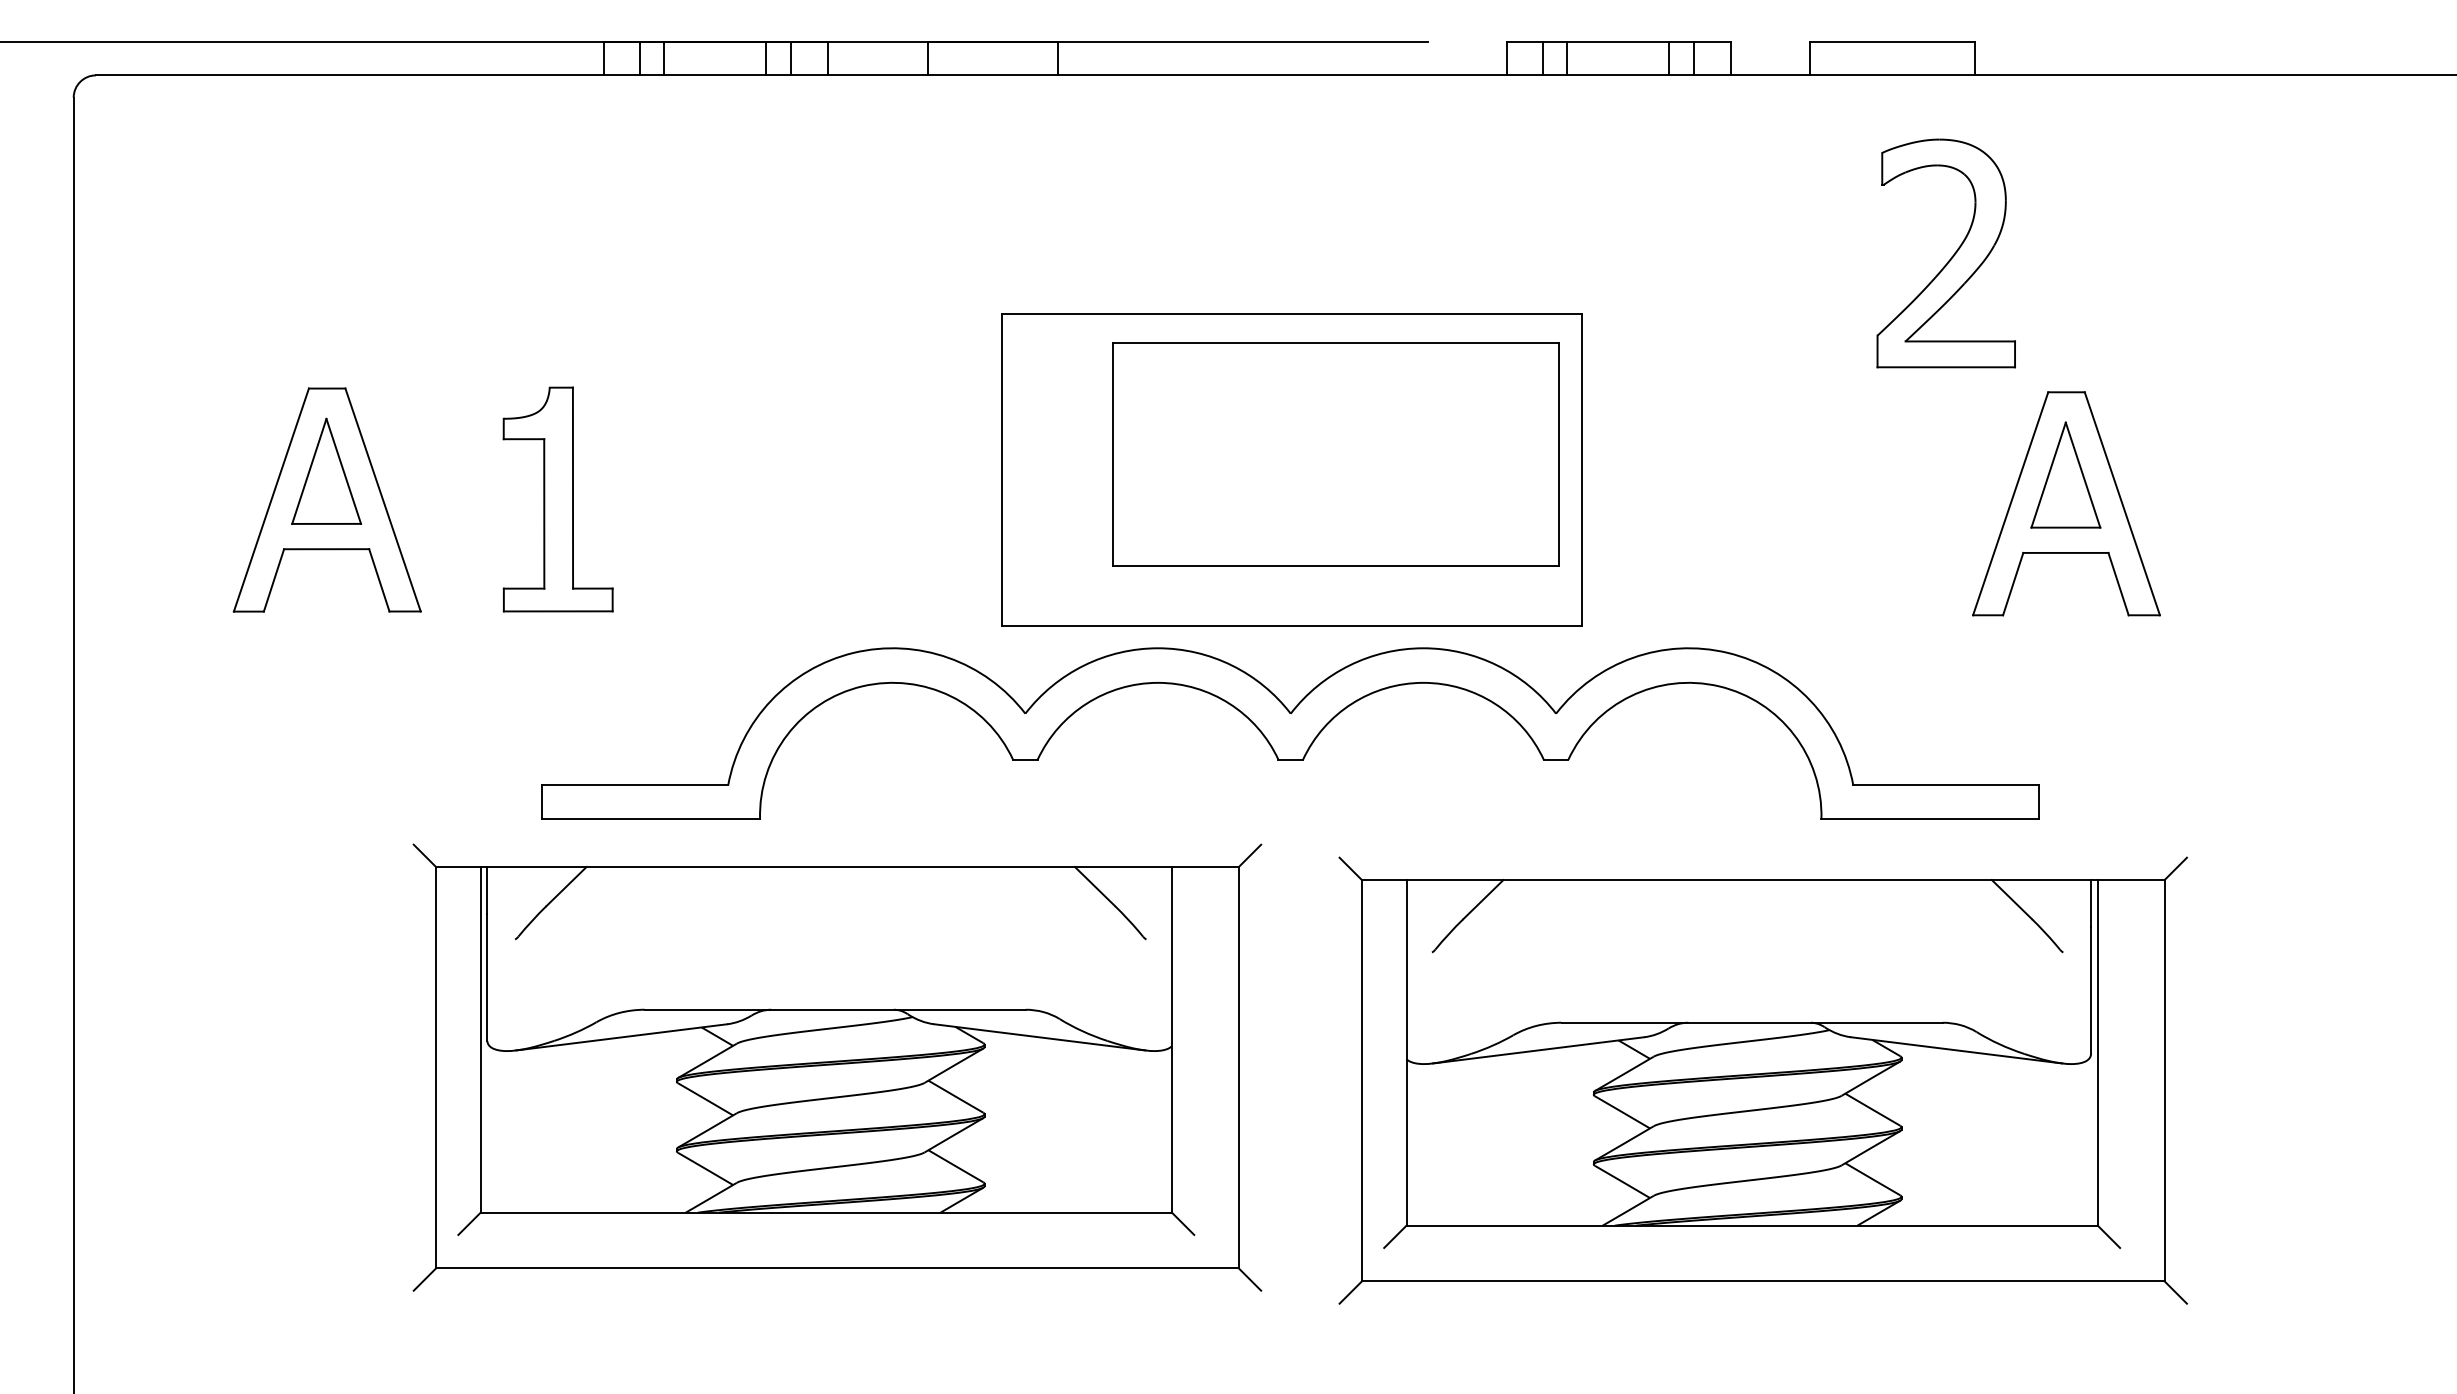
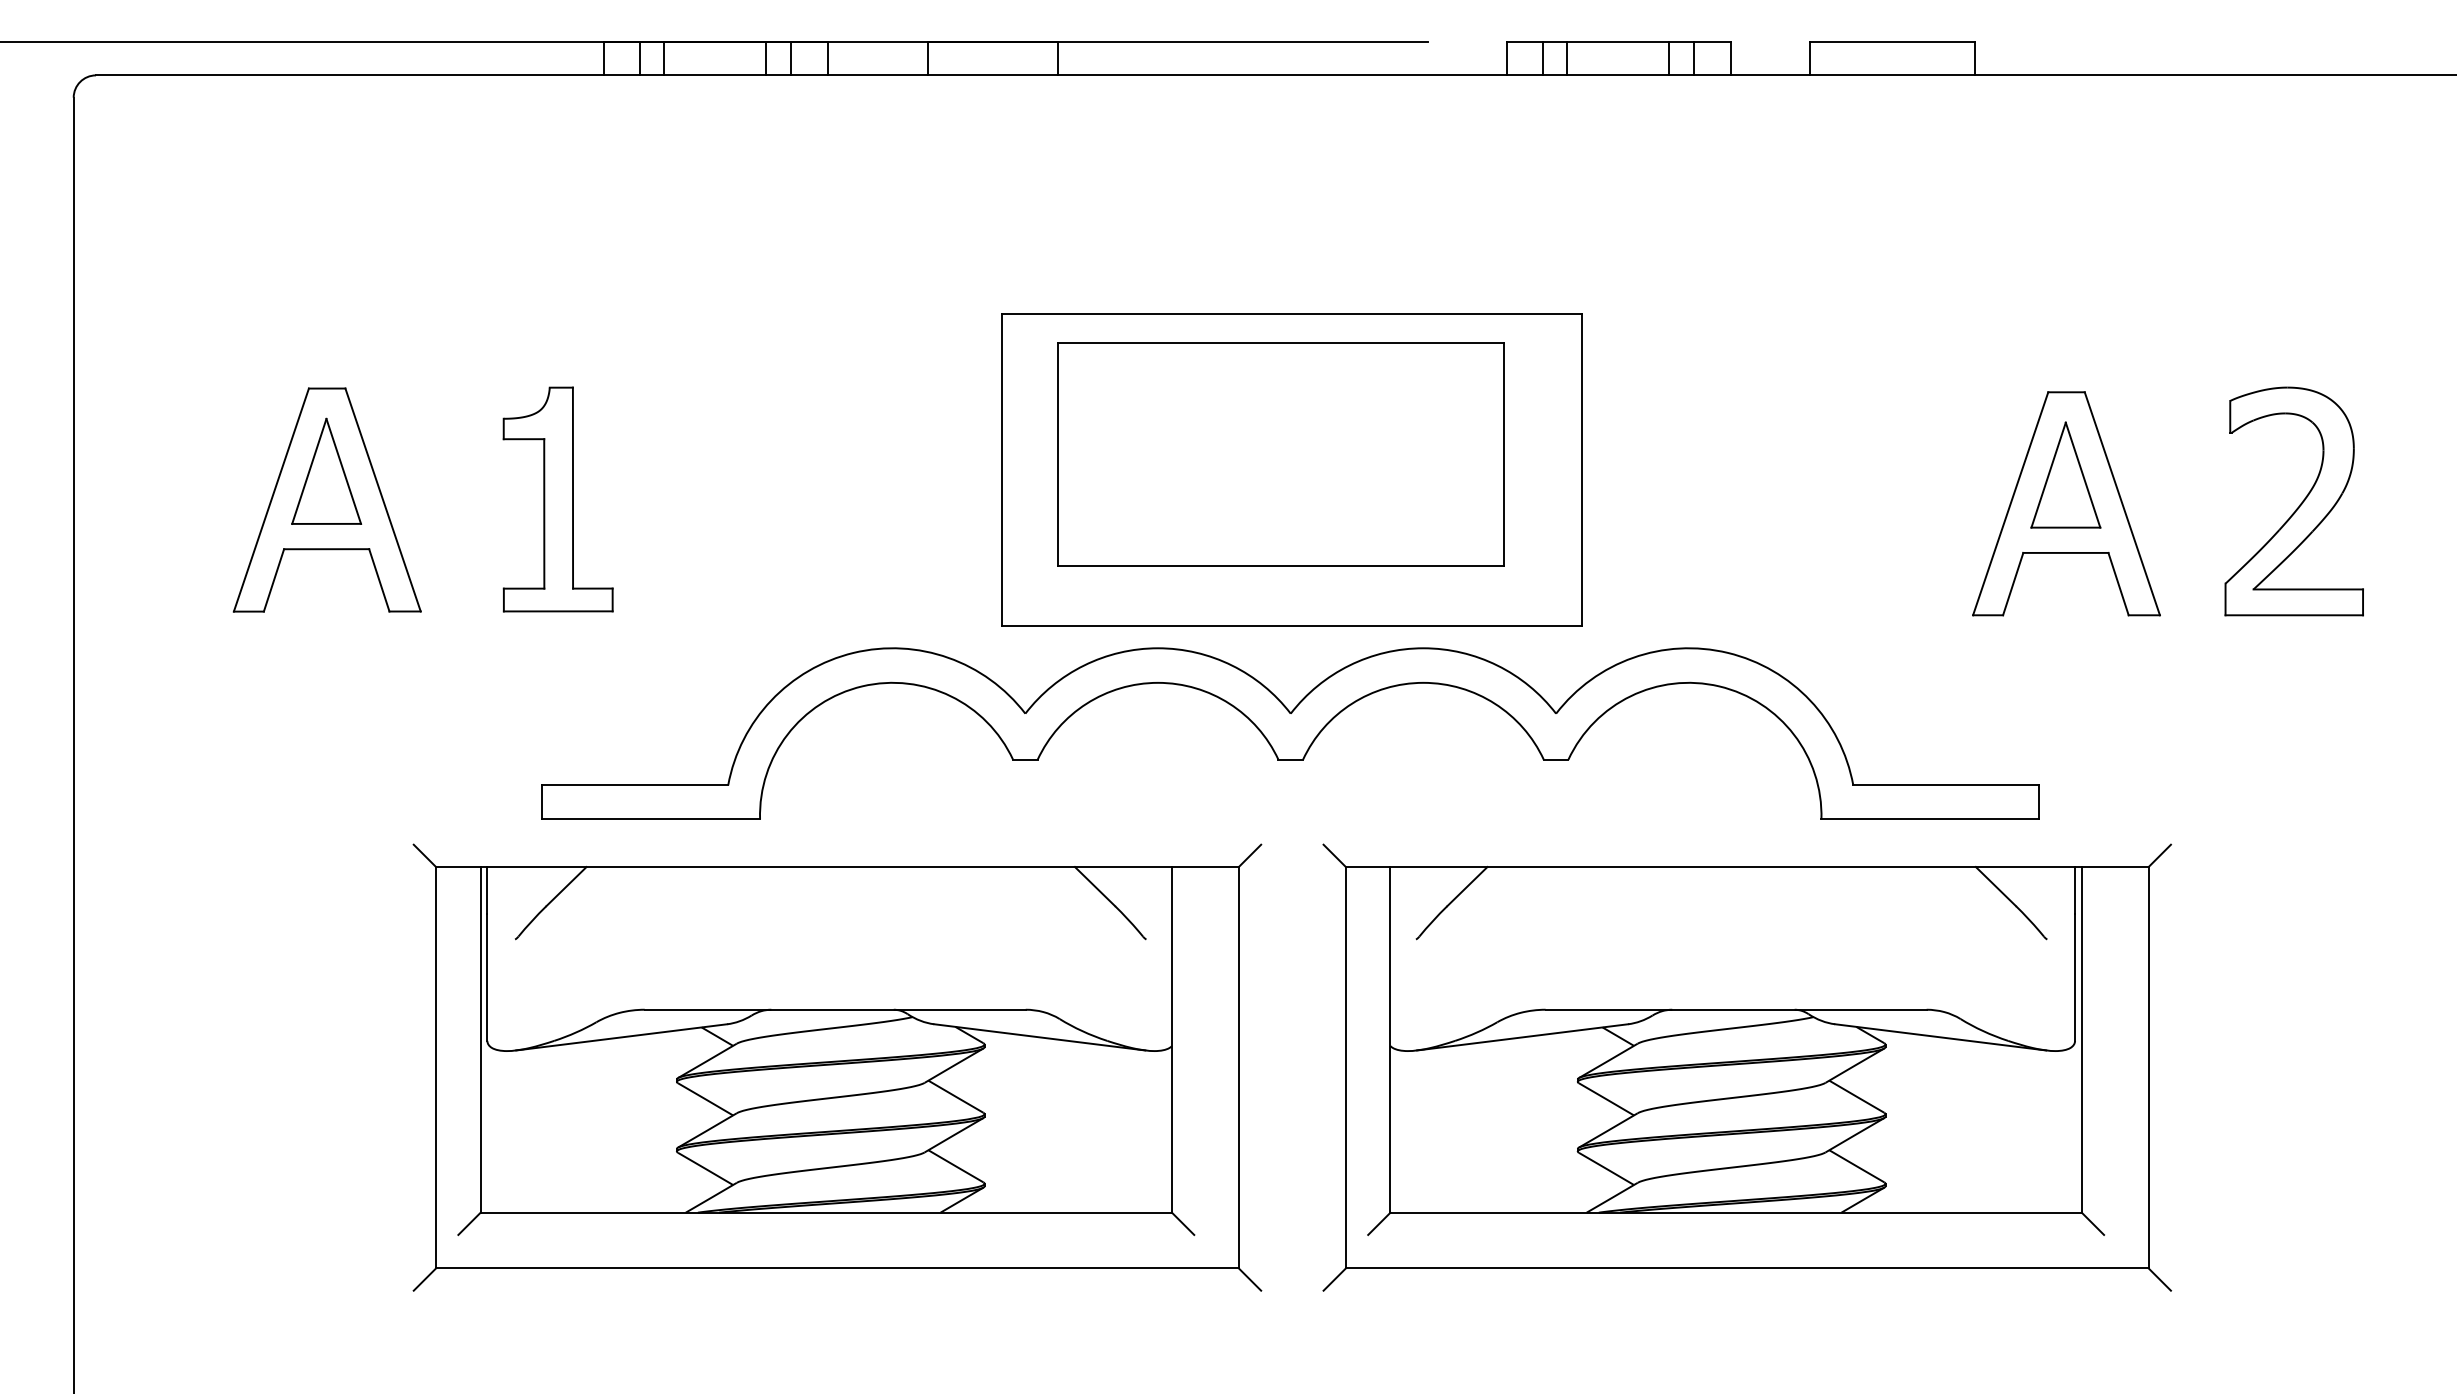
part at (1951, 256) position: (1951, 256) -> (2299, 504)
part at (1335, 454) position: (1335, 454) -> (1280, 454)
part at (1762, 1080) position: (1762, 1080) -> (1746, 1067)
